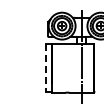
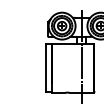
line at (46, 68): dashed -> solid
